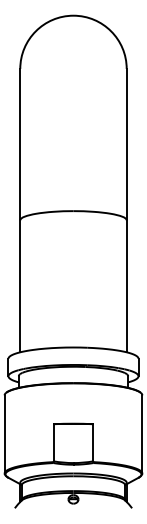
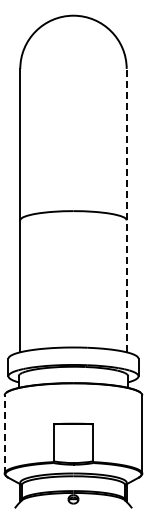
line at (126, 210): solid -> dashed
line at (4, 433): solid -> dashed
